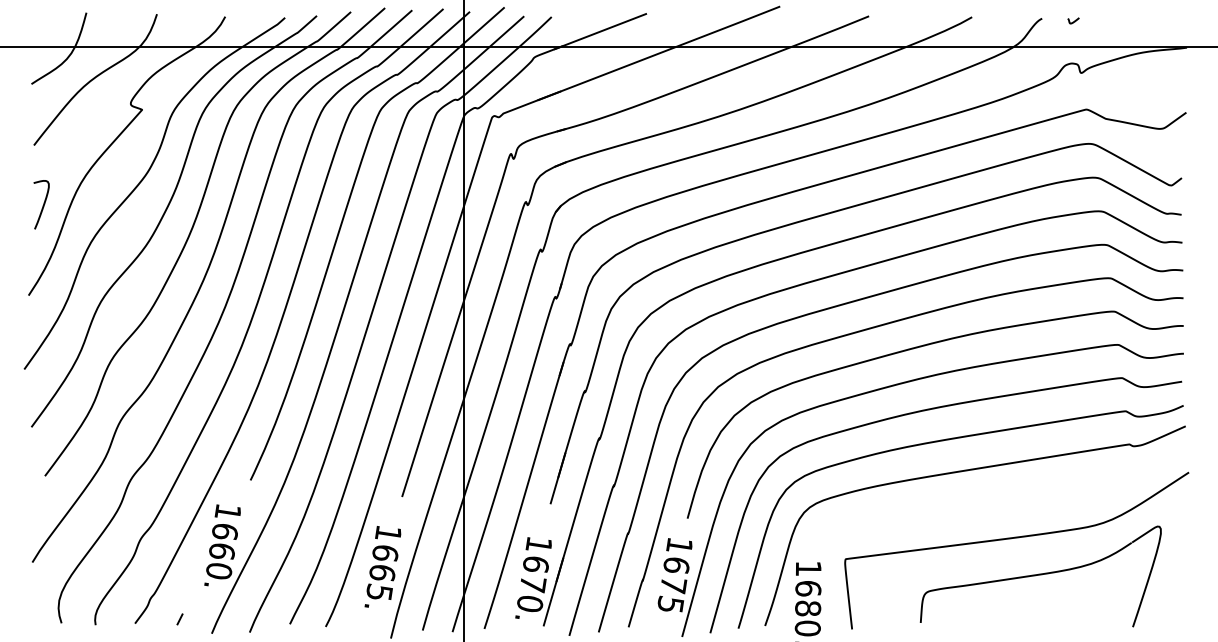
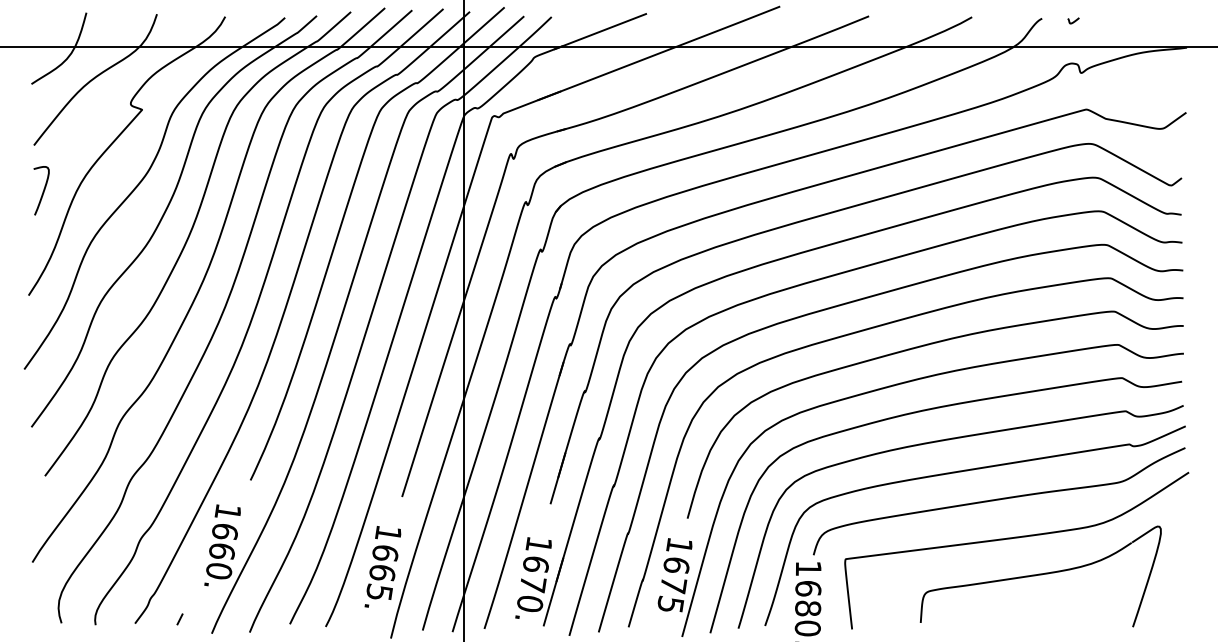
curve at (42, 205) position: (42, 205) -> (42, 191)
curve at (998, 500): none -> present
